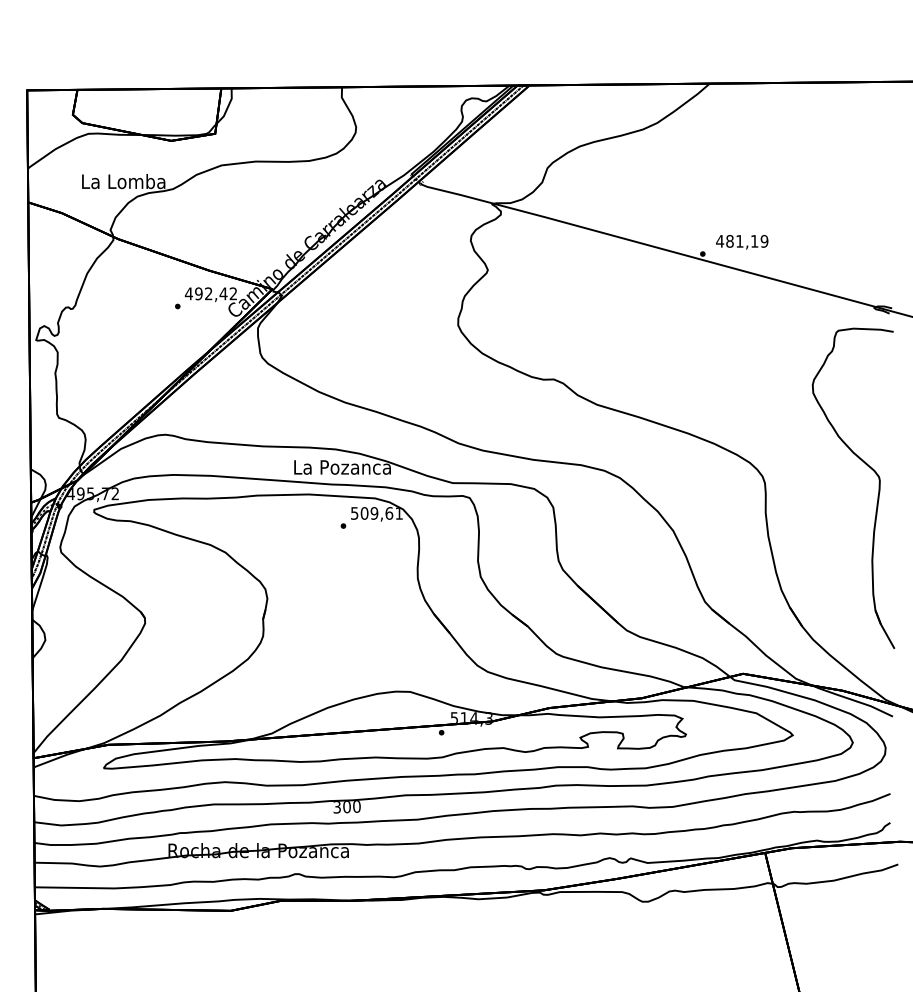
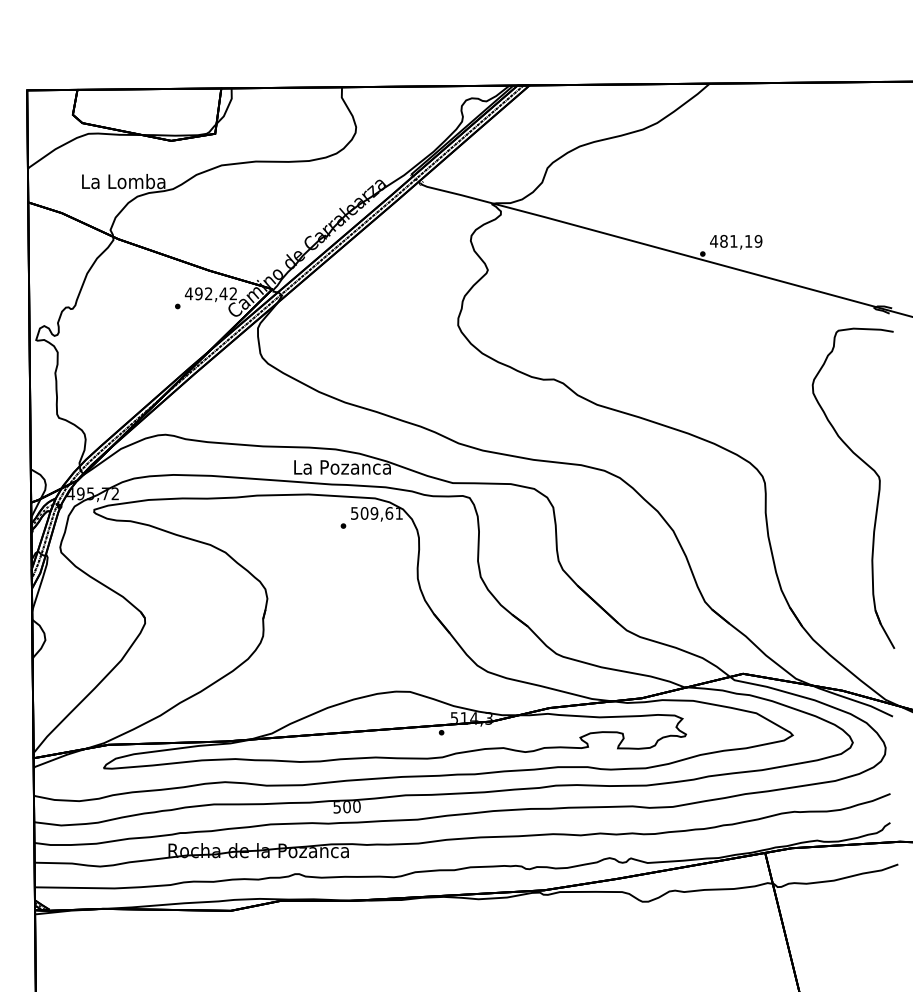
text at (742, 242) position: (742, 242) -> (736, 242)
text at (336, 807): 300 -> 500
